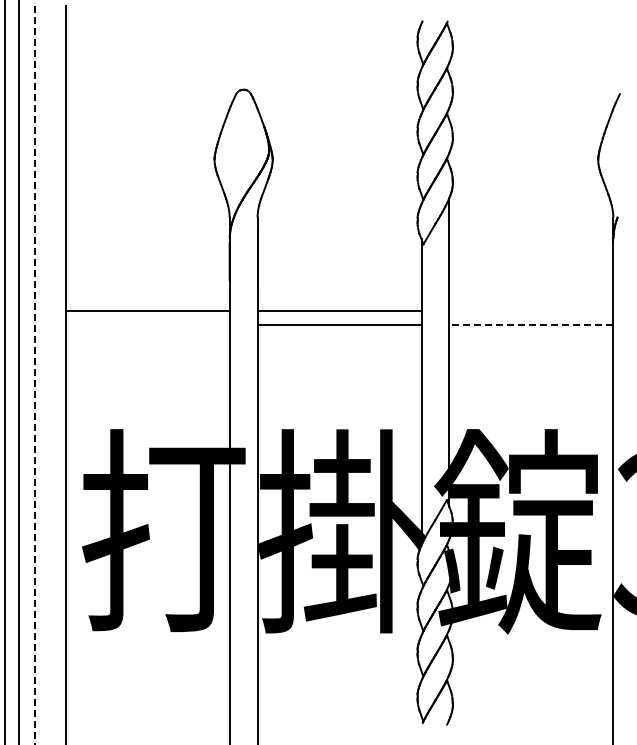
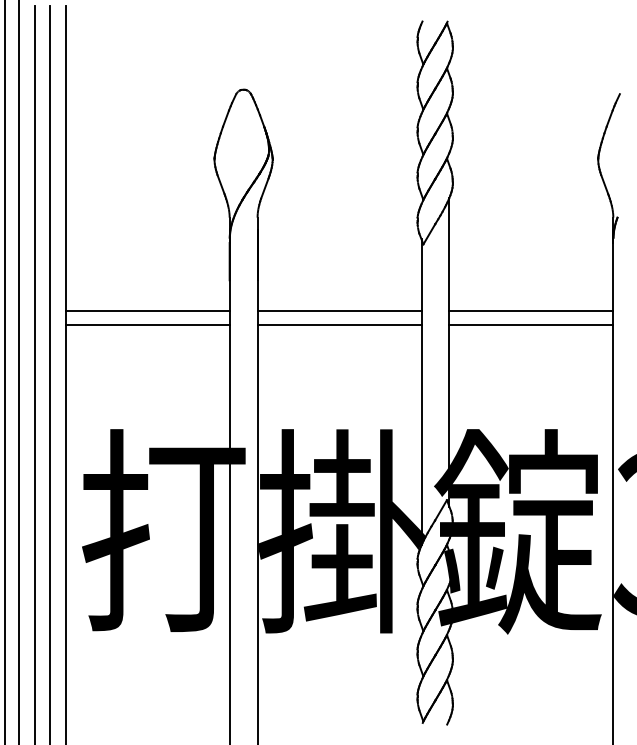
line at (531, 310): none -> present
line at (147, 324): none -> present
line at (531, 324): dashed -> solid
line at (50, 373): none -> present
line at (34, 375): dashed -> solid
